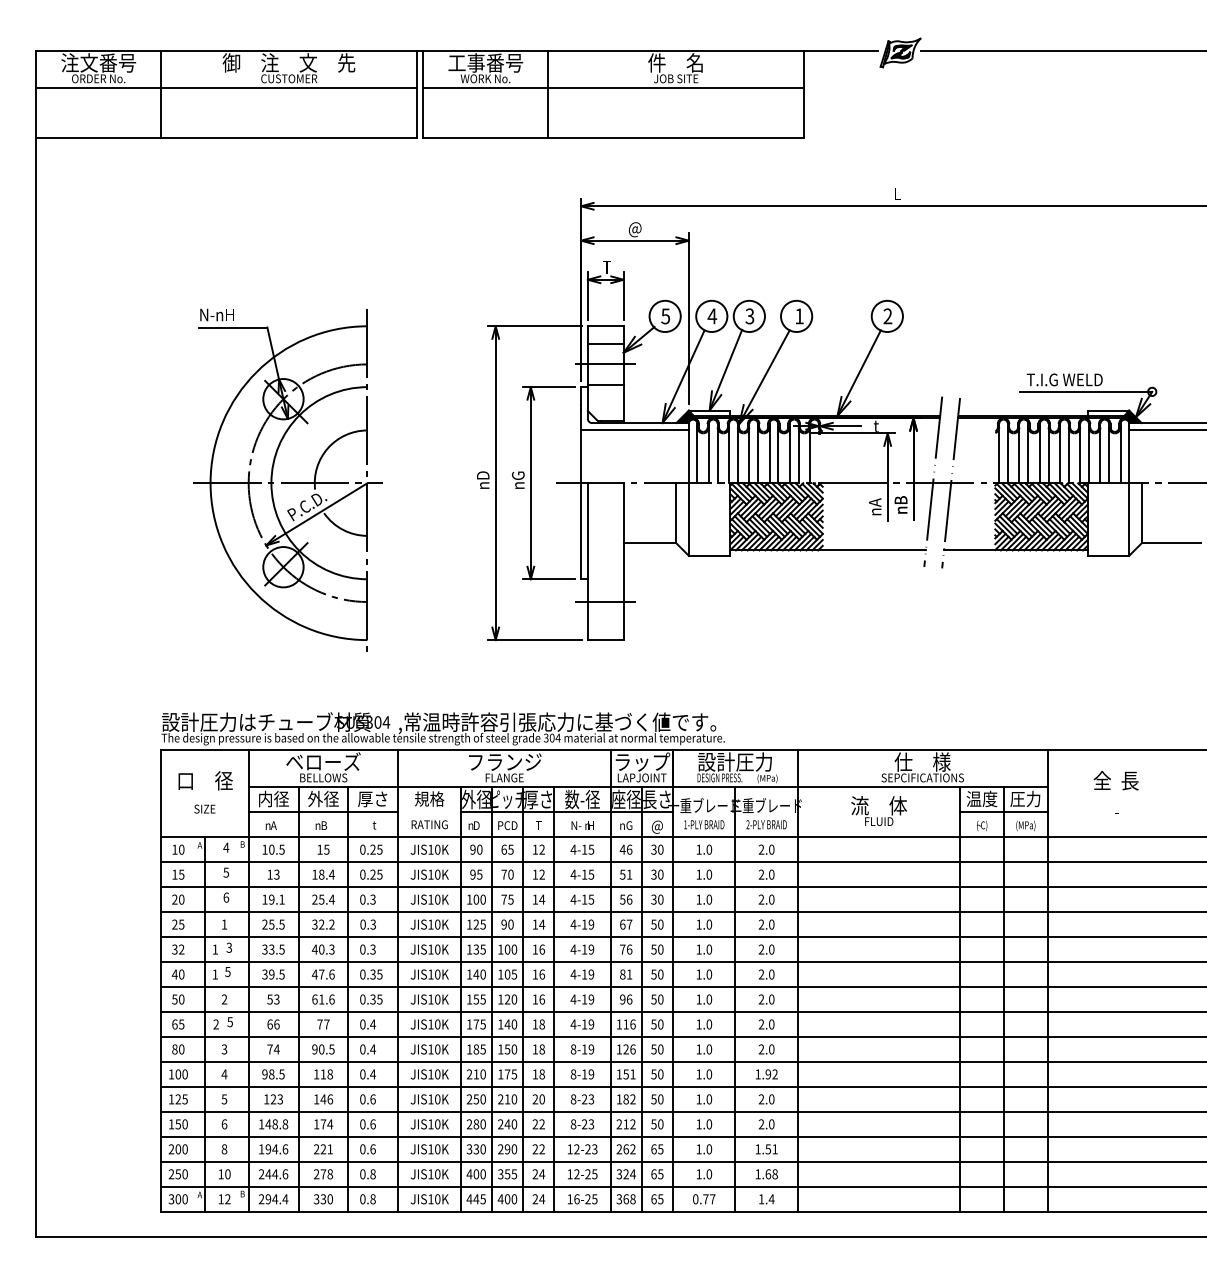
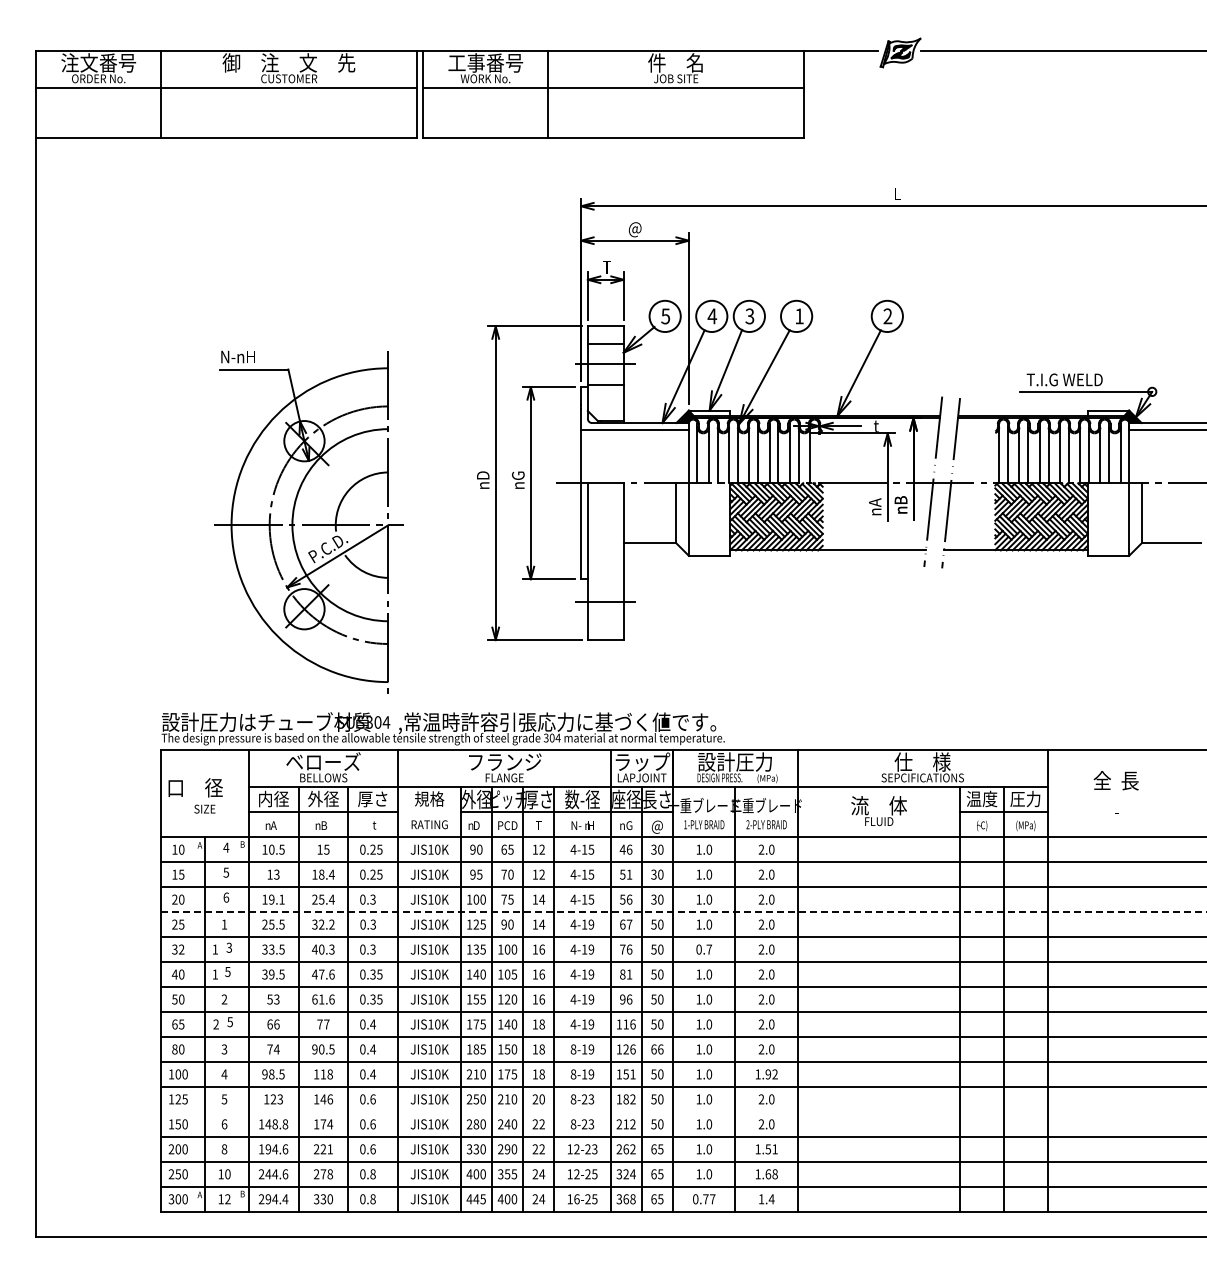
part at (287, 479) position: (287, 479) -> (308, 521)
text at (205, 780) position: (205, 780) -> (195, 787)
line at (683, 912): solid -> dashed
text at (704, 949): 1.0 -> 0.7
text at (657, 1049): 50 -> 66
line at (682, 1111): present -> none
